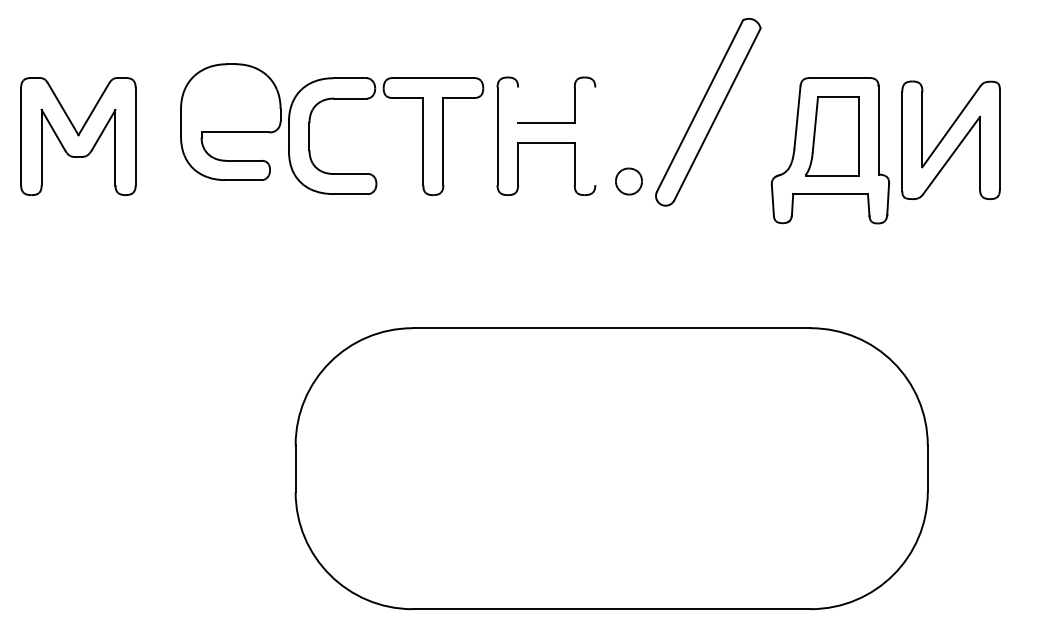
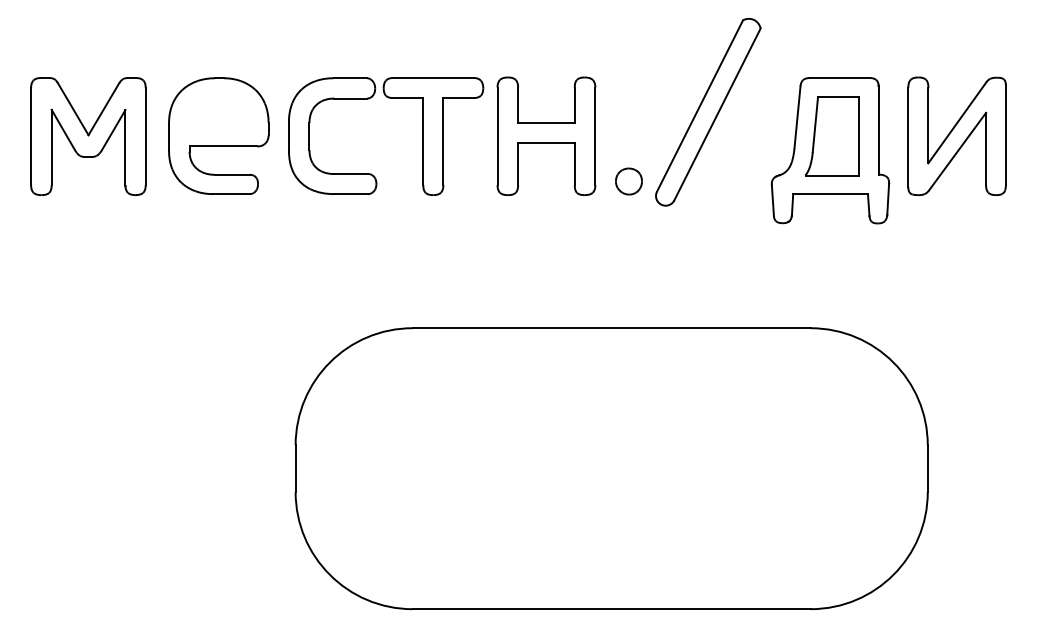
line at (518, 105): none -> present
part at (230, 121) position: (230, 121) -> (218, 135)
part at (78, 136) position: (78, 136) -> (88, 136)
line at (595, 136): none -> present
part at (950, 139) position: (950, 139) -> (956, 135)
